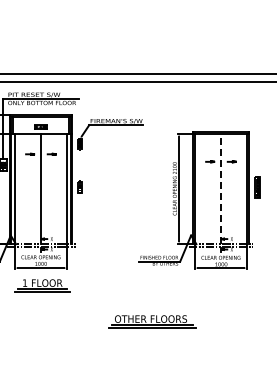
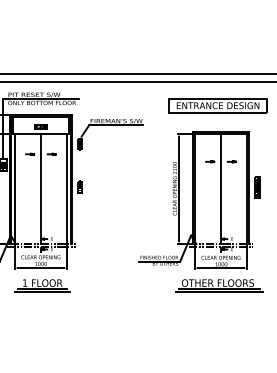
part at (217, 105): none -> present
line at (221, 188): dashed -> solid
part at (152, 321) position: (152, 321) -> (219, 285)
